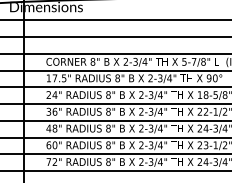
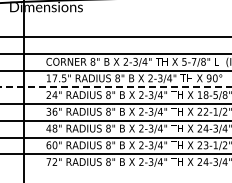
line at (115, 20): present -> none
line at (116, 87): solid -> dashed
line at (115, 171): present -> none
